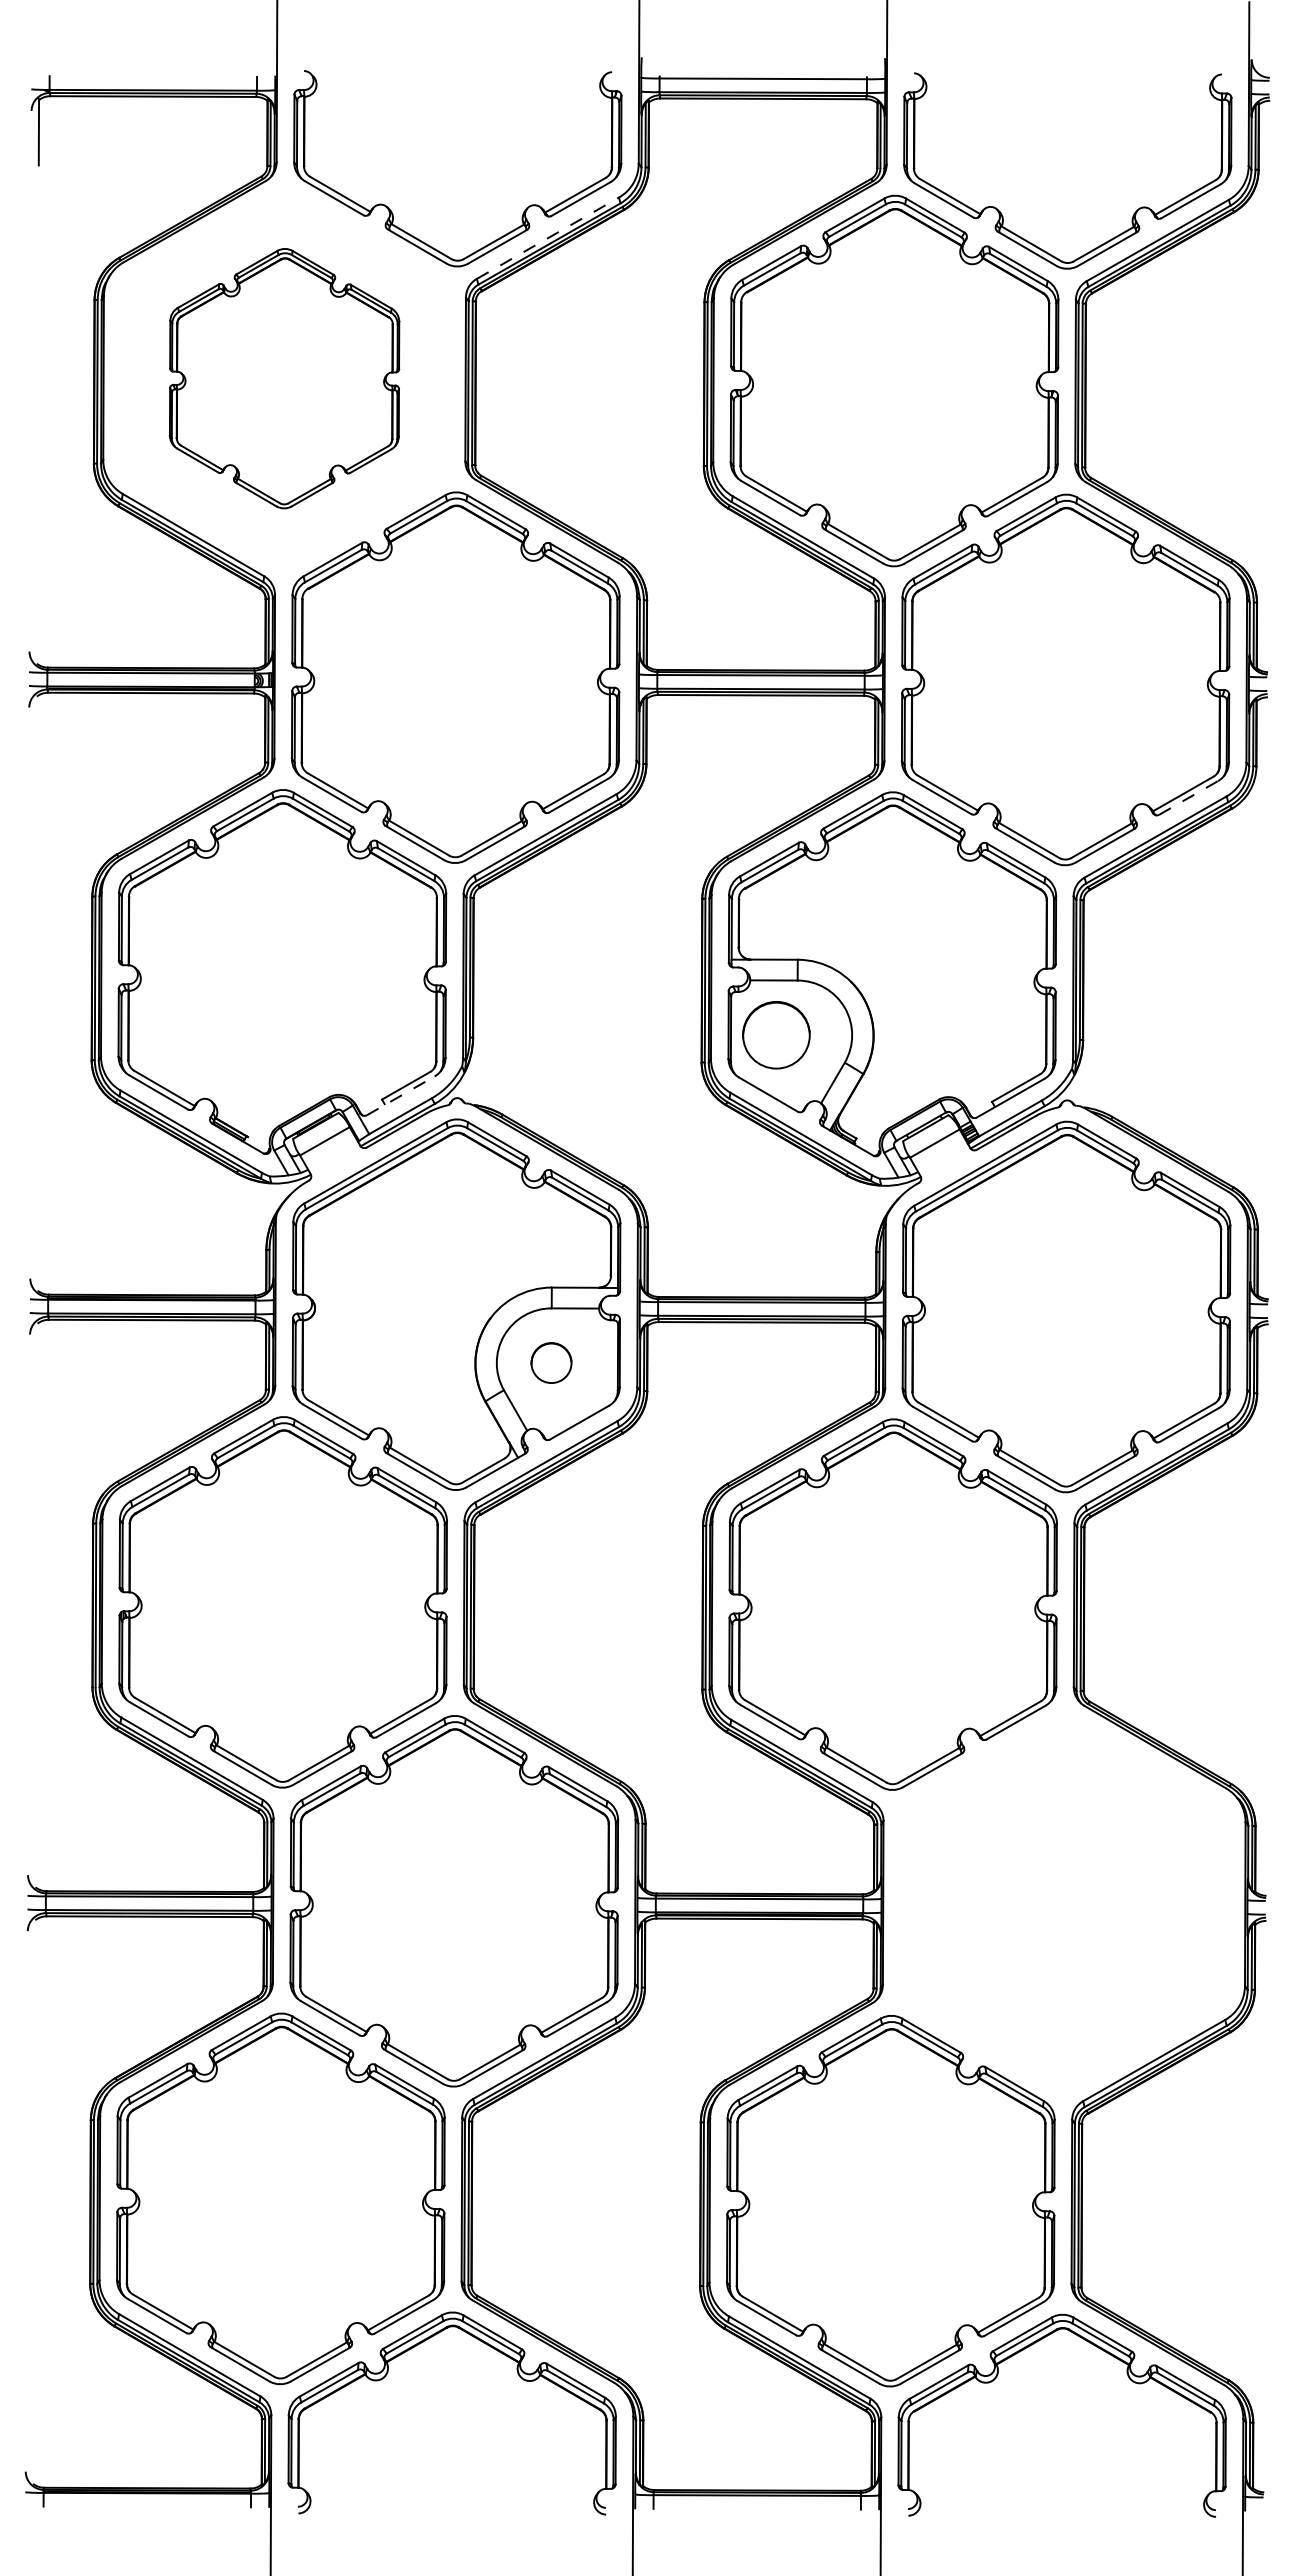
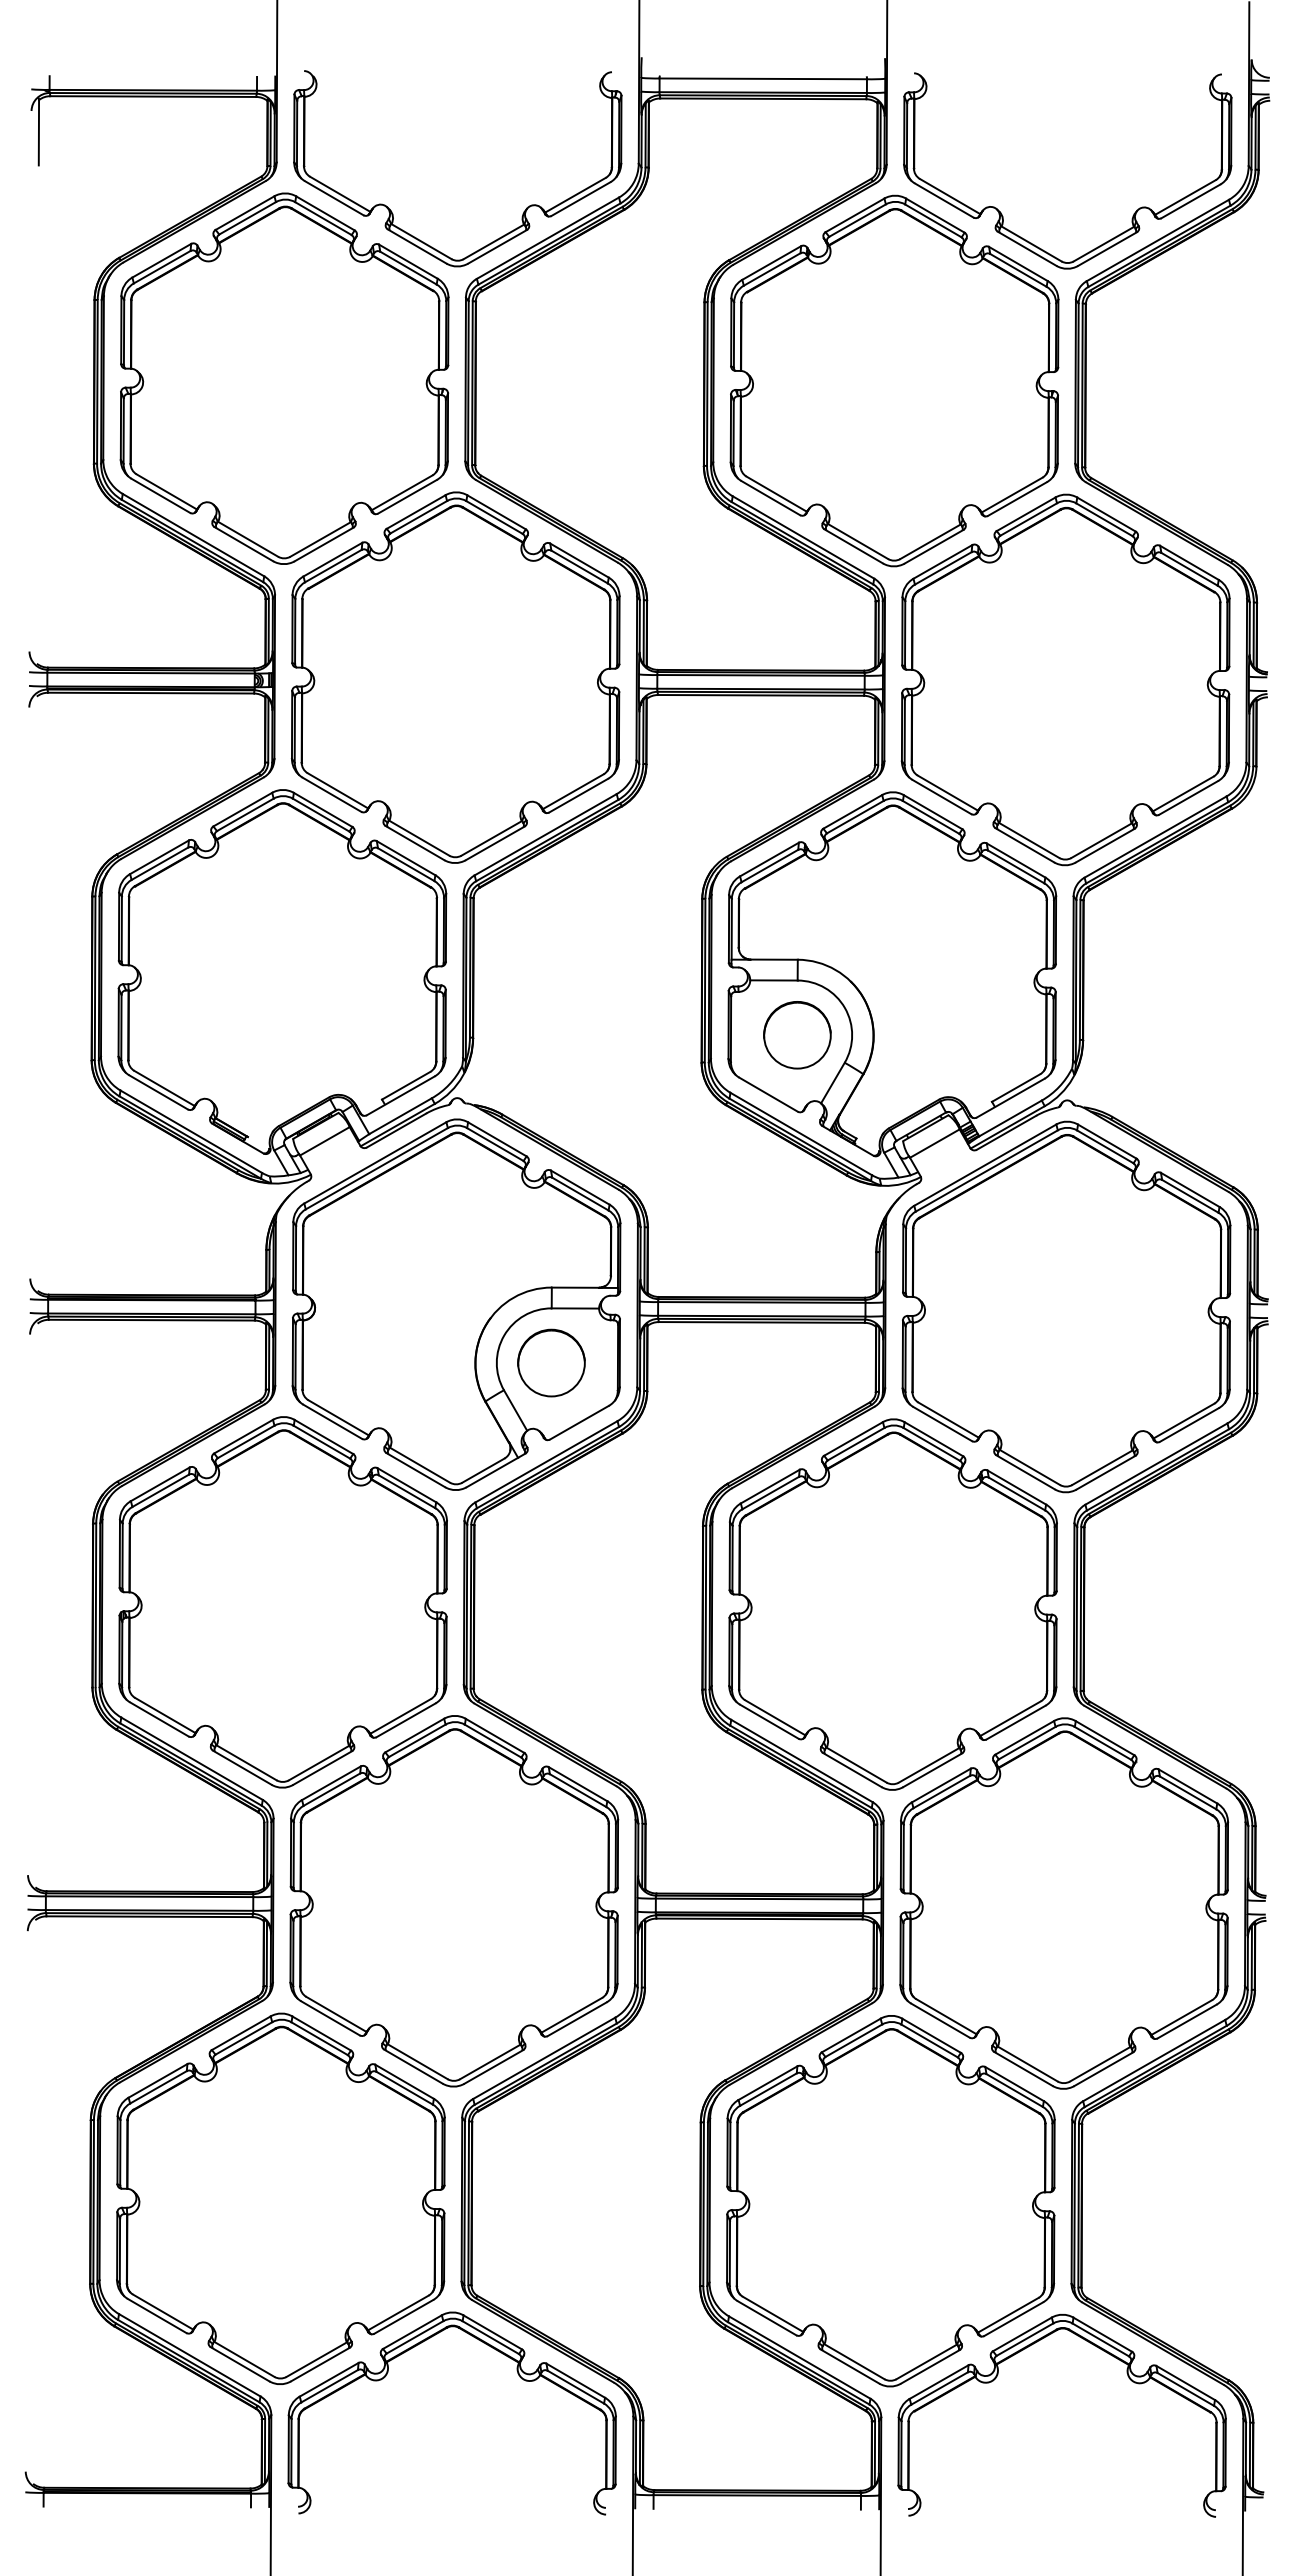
line at (547, 238): dashed -> solid
part at (284, 378) size: 233x262 px -> 331x373 px
line at (1188, 797): dashed -> solid
circle at (776, 1035) position: (776, 1035) -> (797, 1035)
line at (401, 1095): dashed -> solid
part at (551, 1362) size: 43x42 px -> 69x70 px
part at (1064, 1903): none -> present
